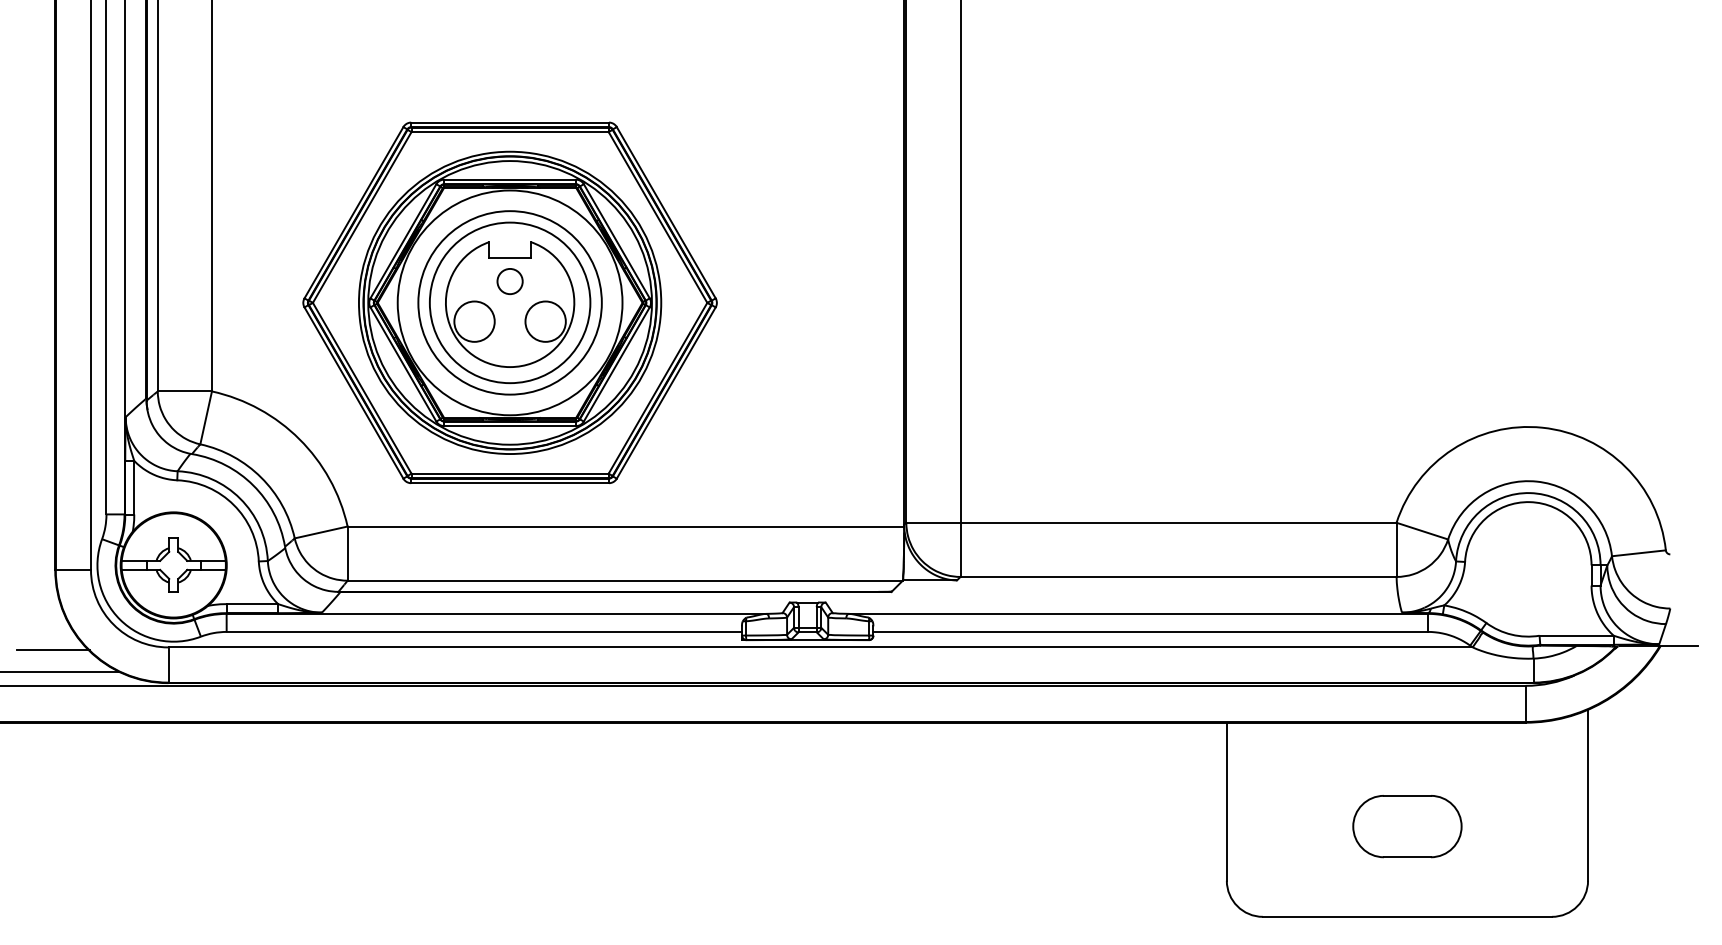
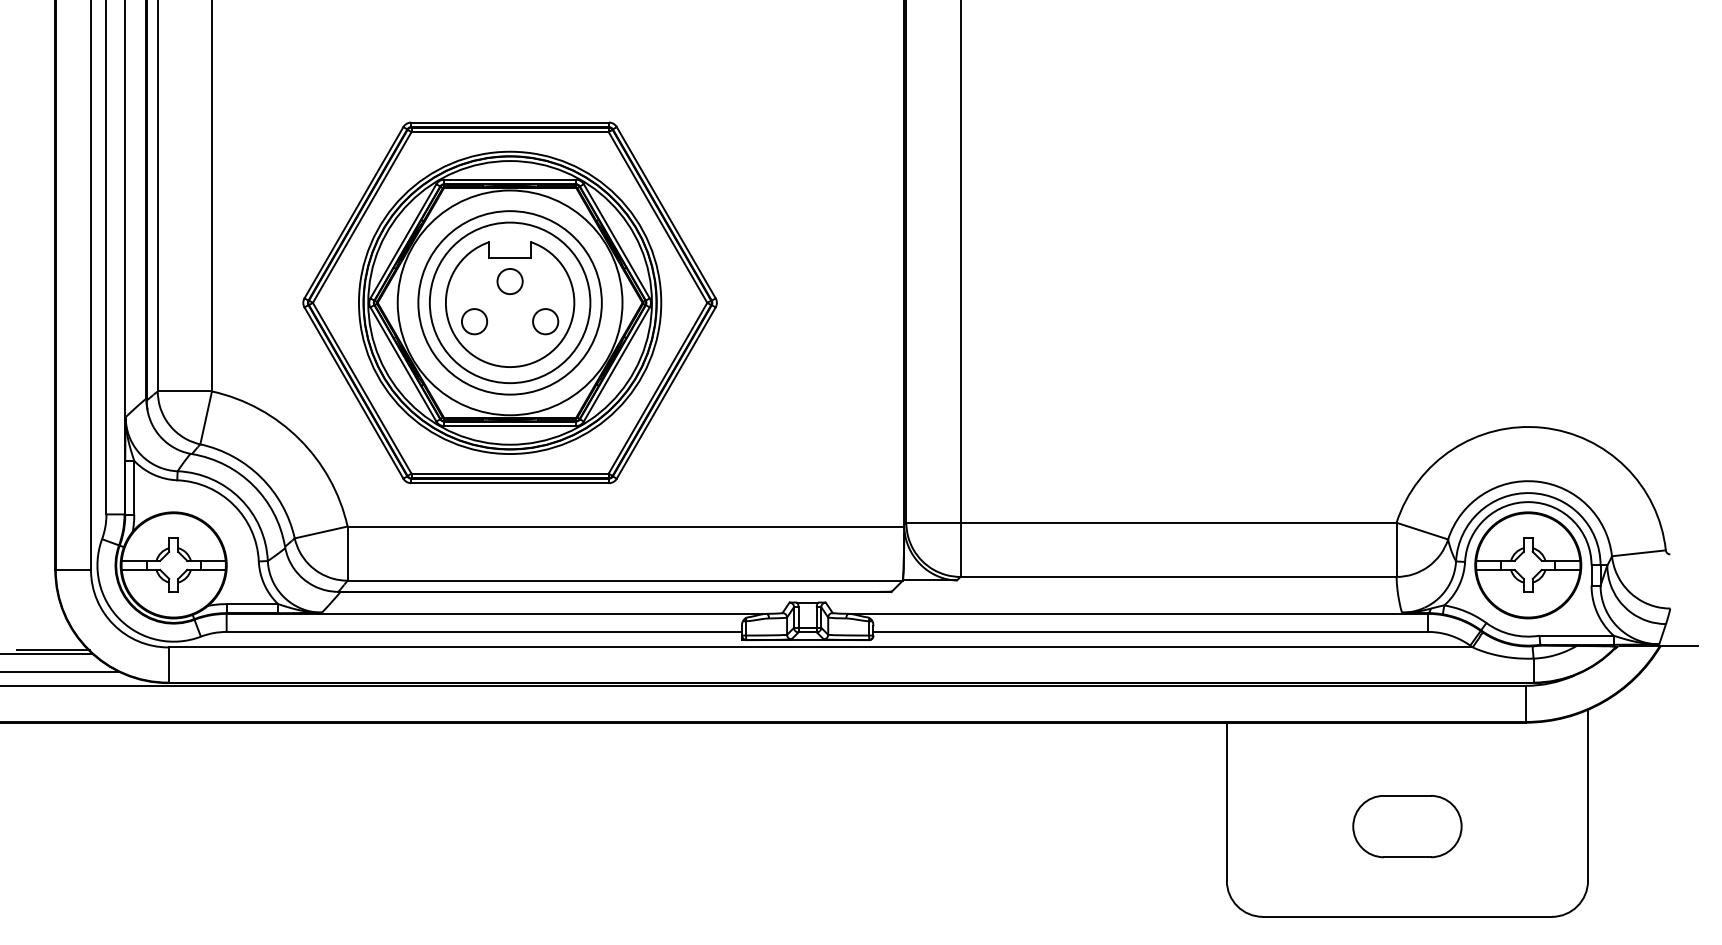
circle at (474, 321) diameter: 40 px -> 25 px
circle at (545, 321) diameter: 40 px -> 25 px
part at (1528, 565): none -> present
line at (47, 653): none -> present
